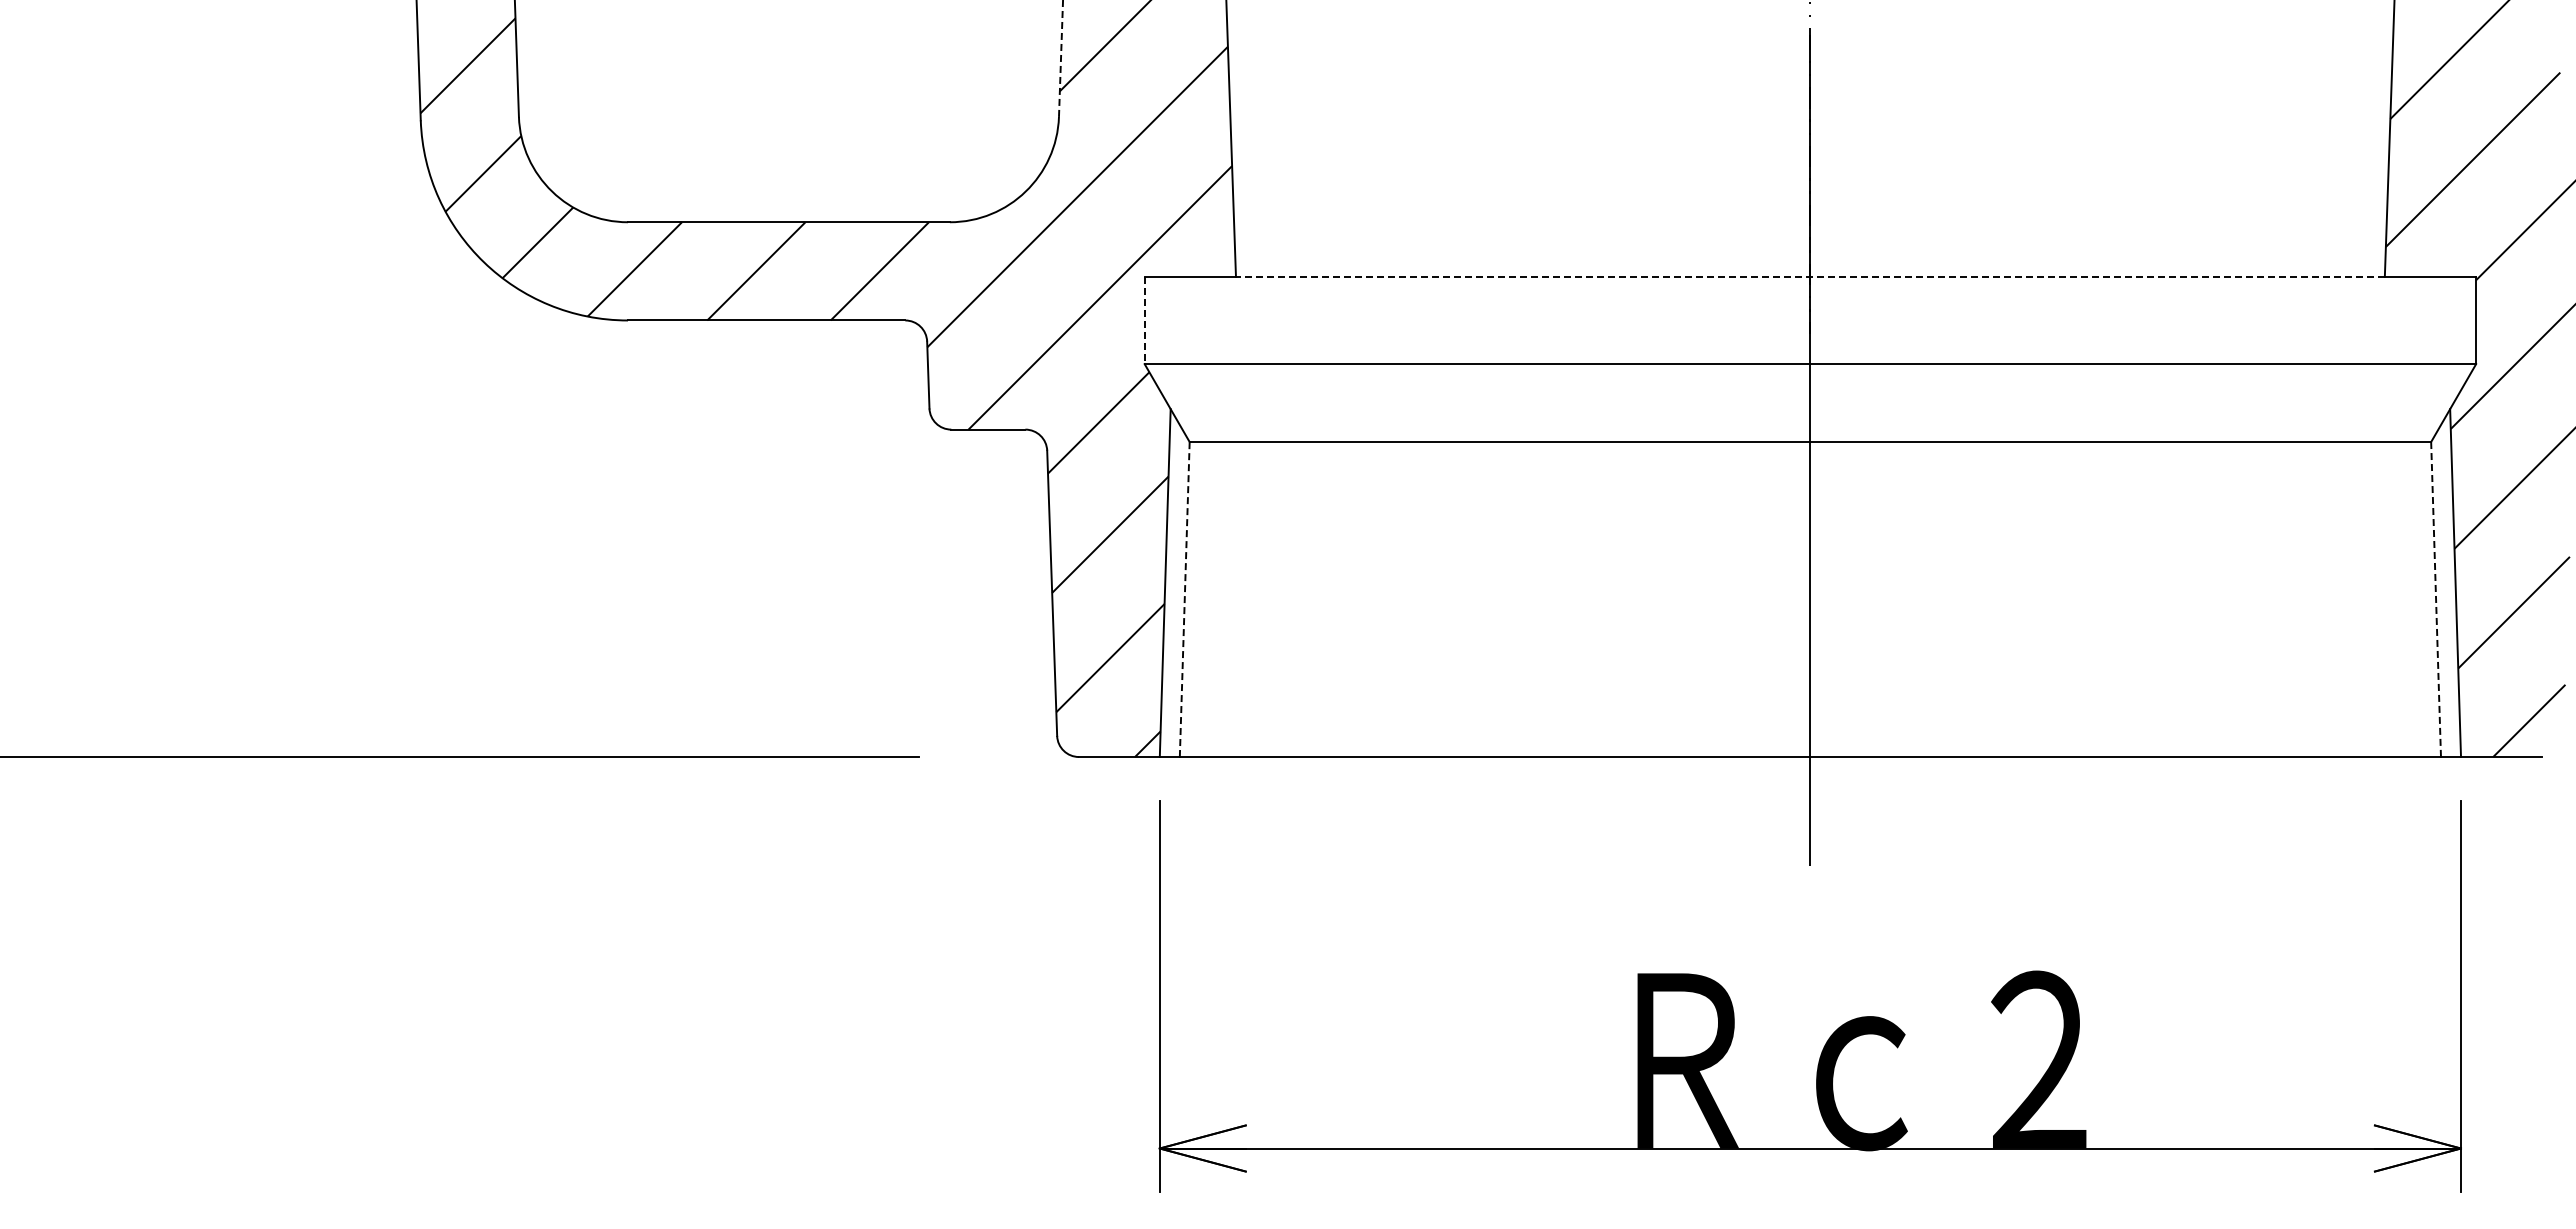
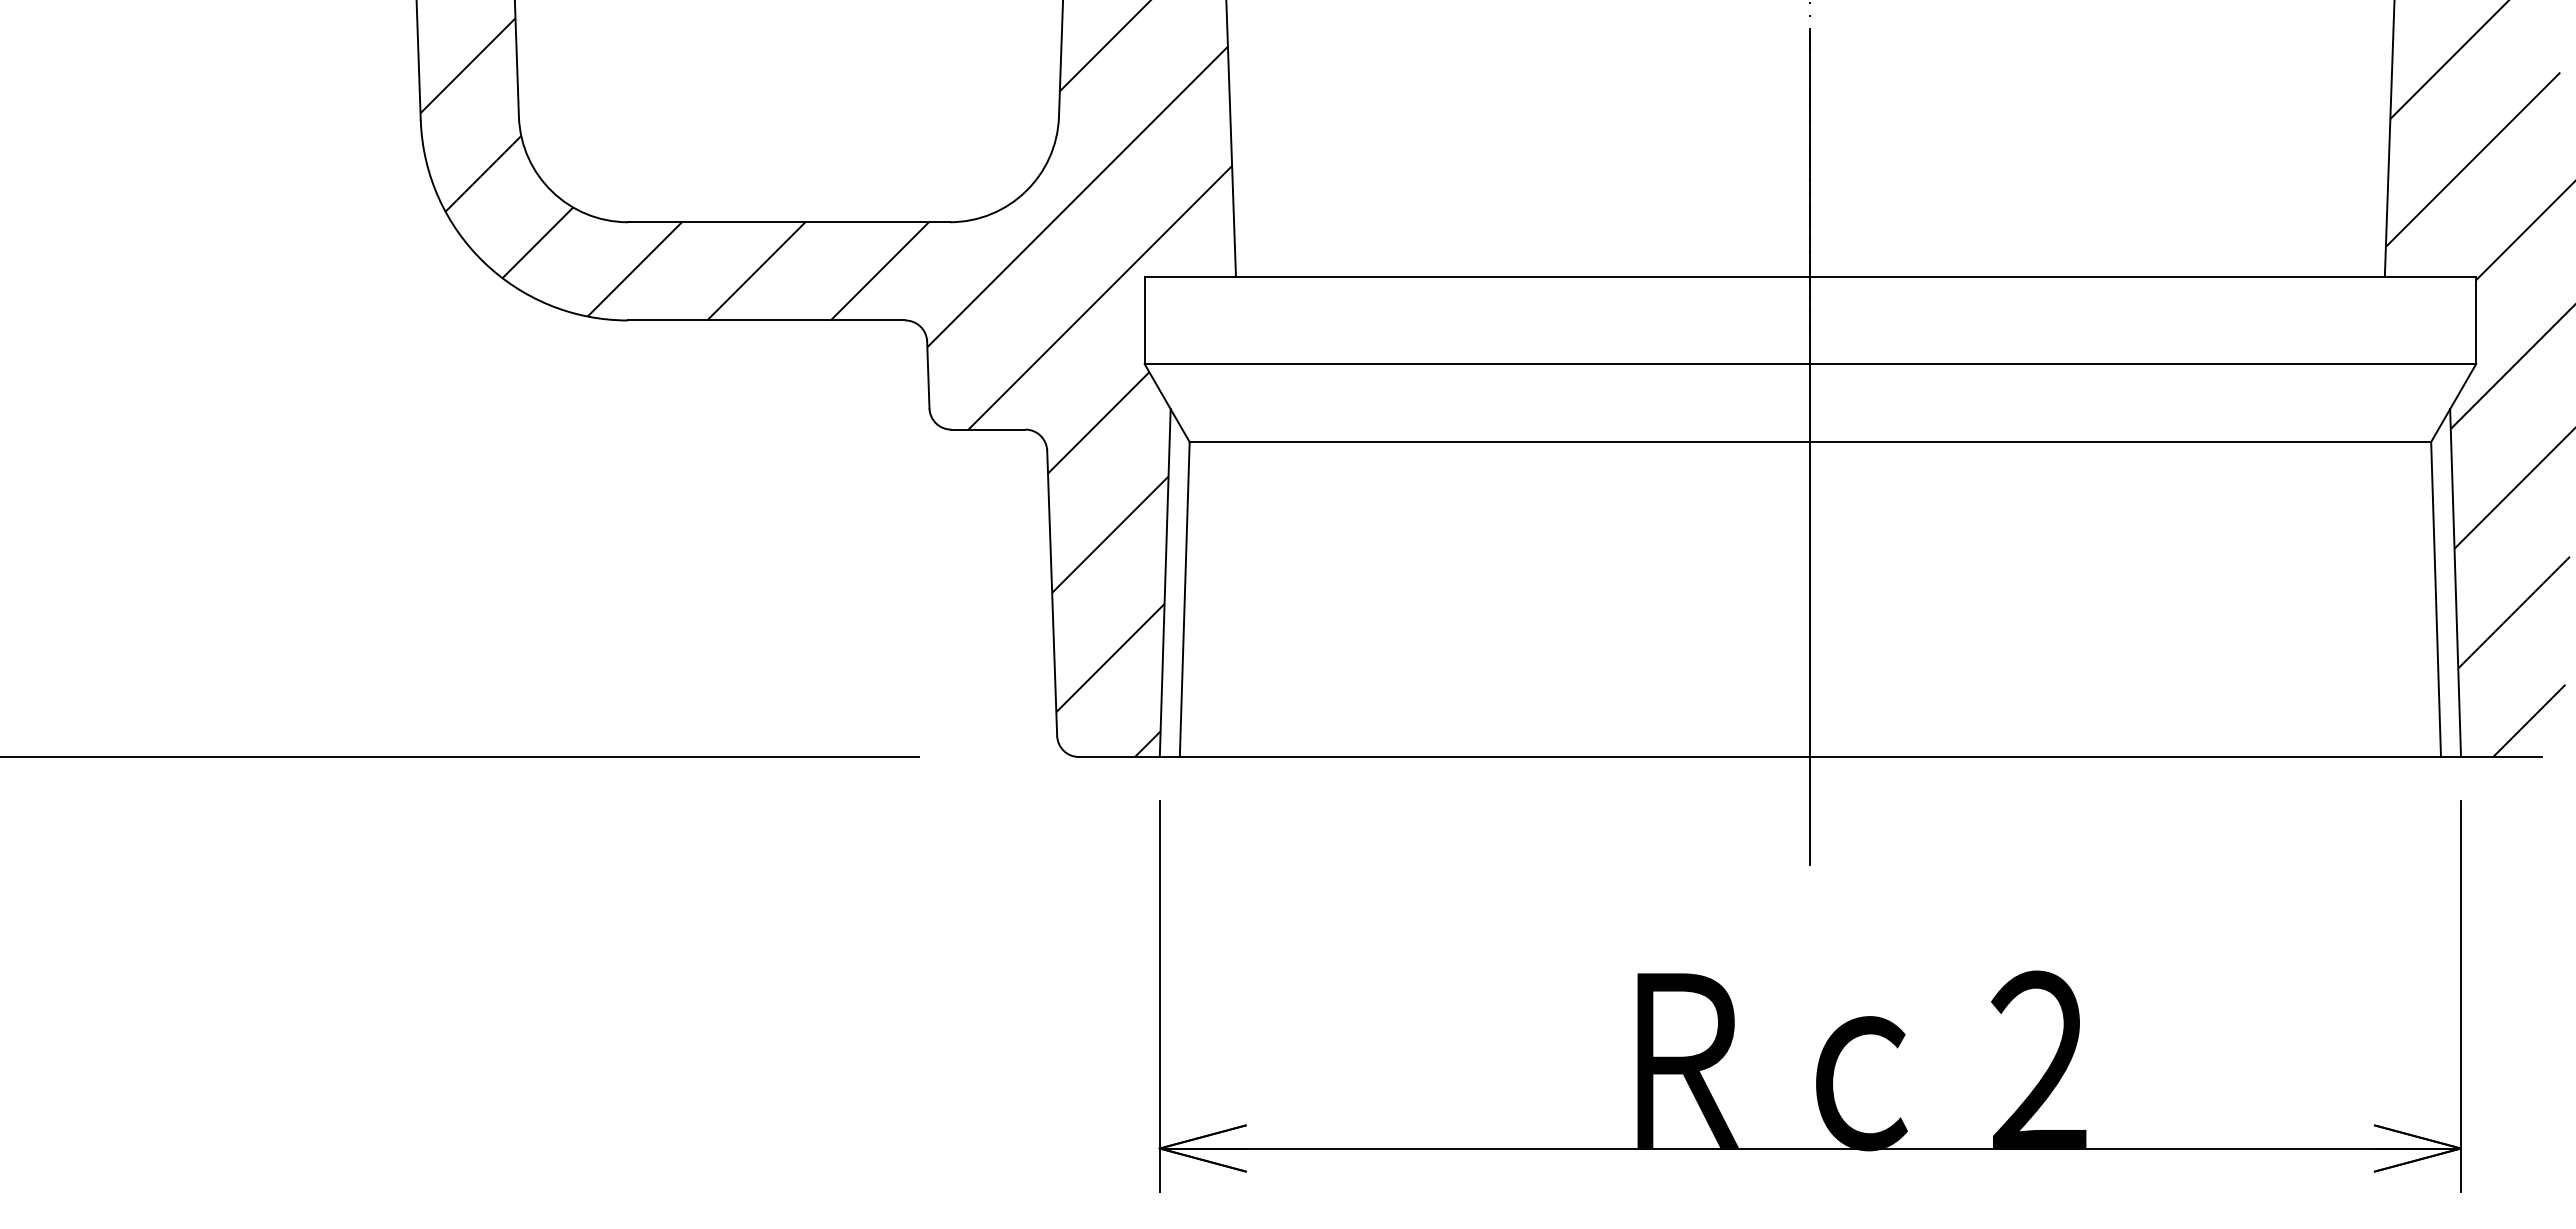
line at (1061, 57): dashed -> solid
line at (1809, 276): dashed -> solid
line at (1144, 320): dashed -> solid
line at (1184, 599): dashed -> solid
line at (2436, 599): dashed -> solid
